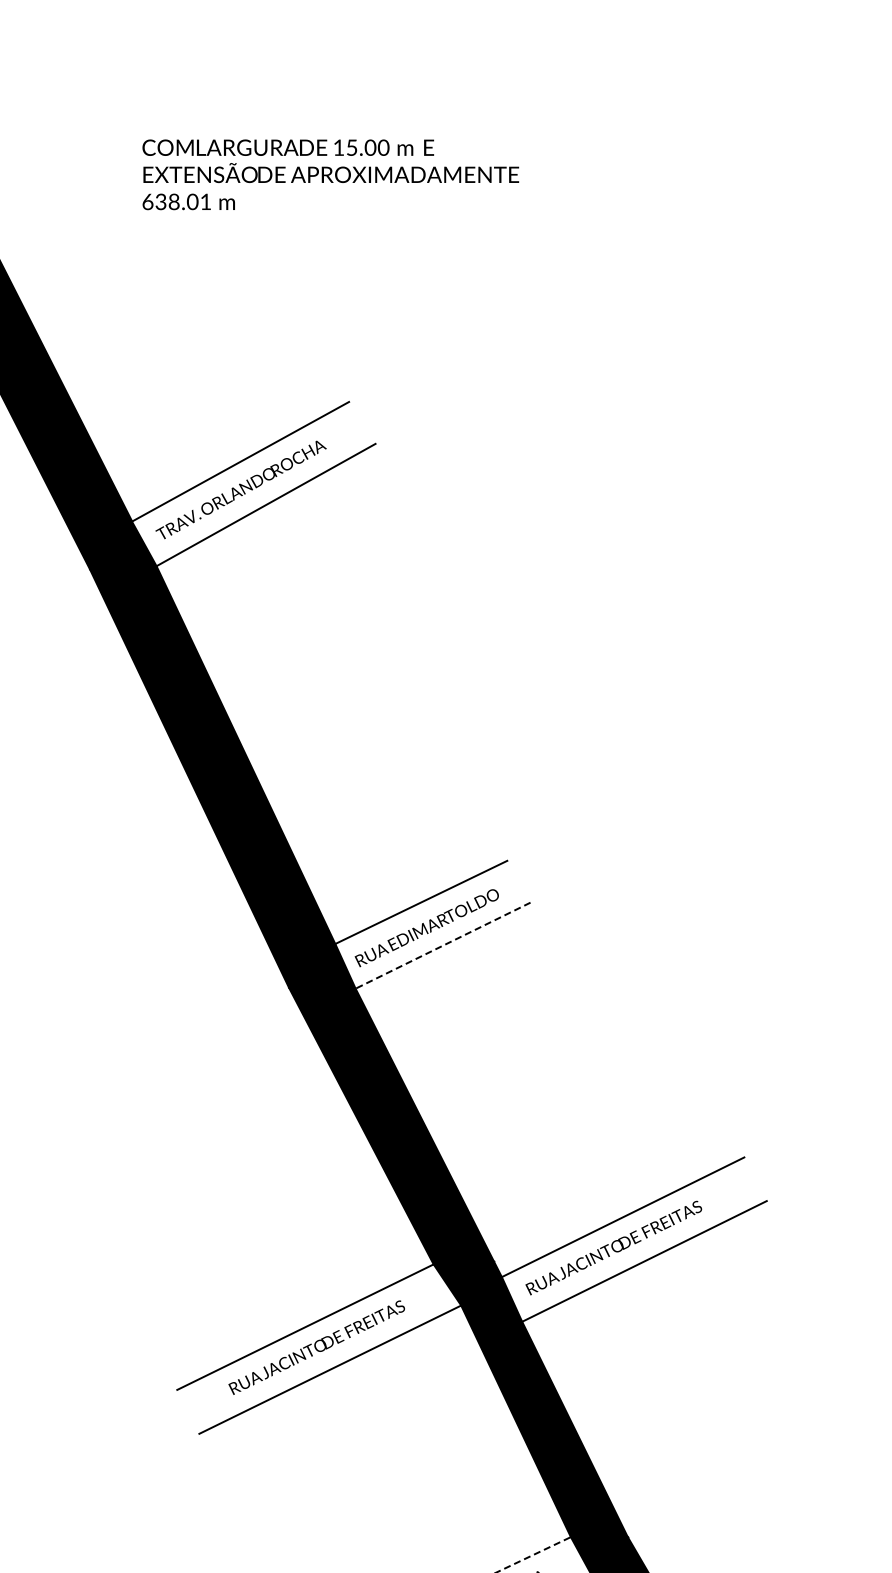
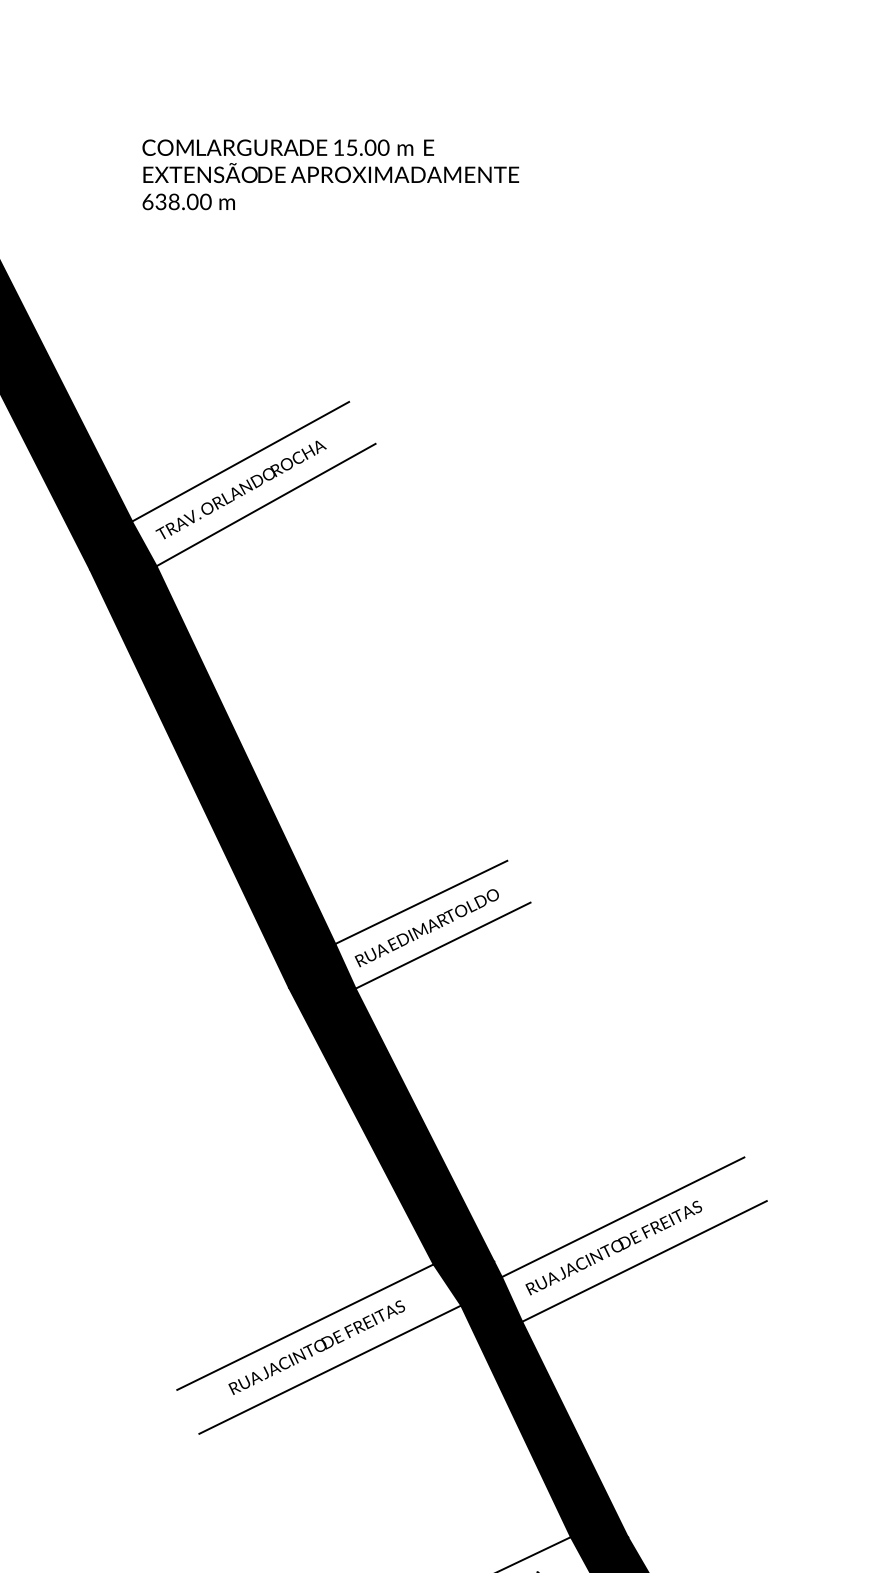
text at (205, 201): 638.01 -> 638.00
line at (442, 945): dashed -> solid
line at (533, 1554): dashed -> solid
